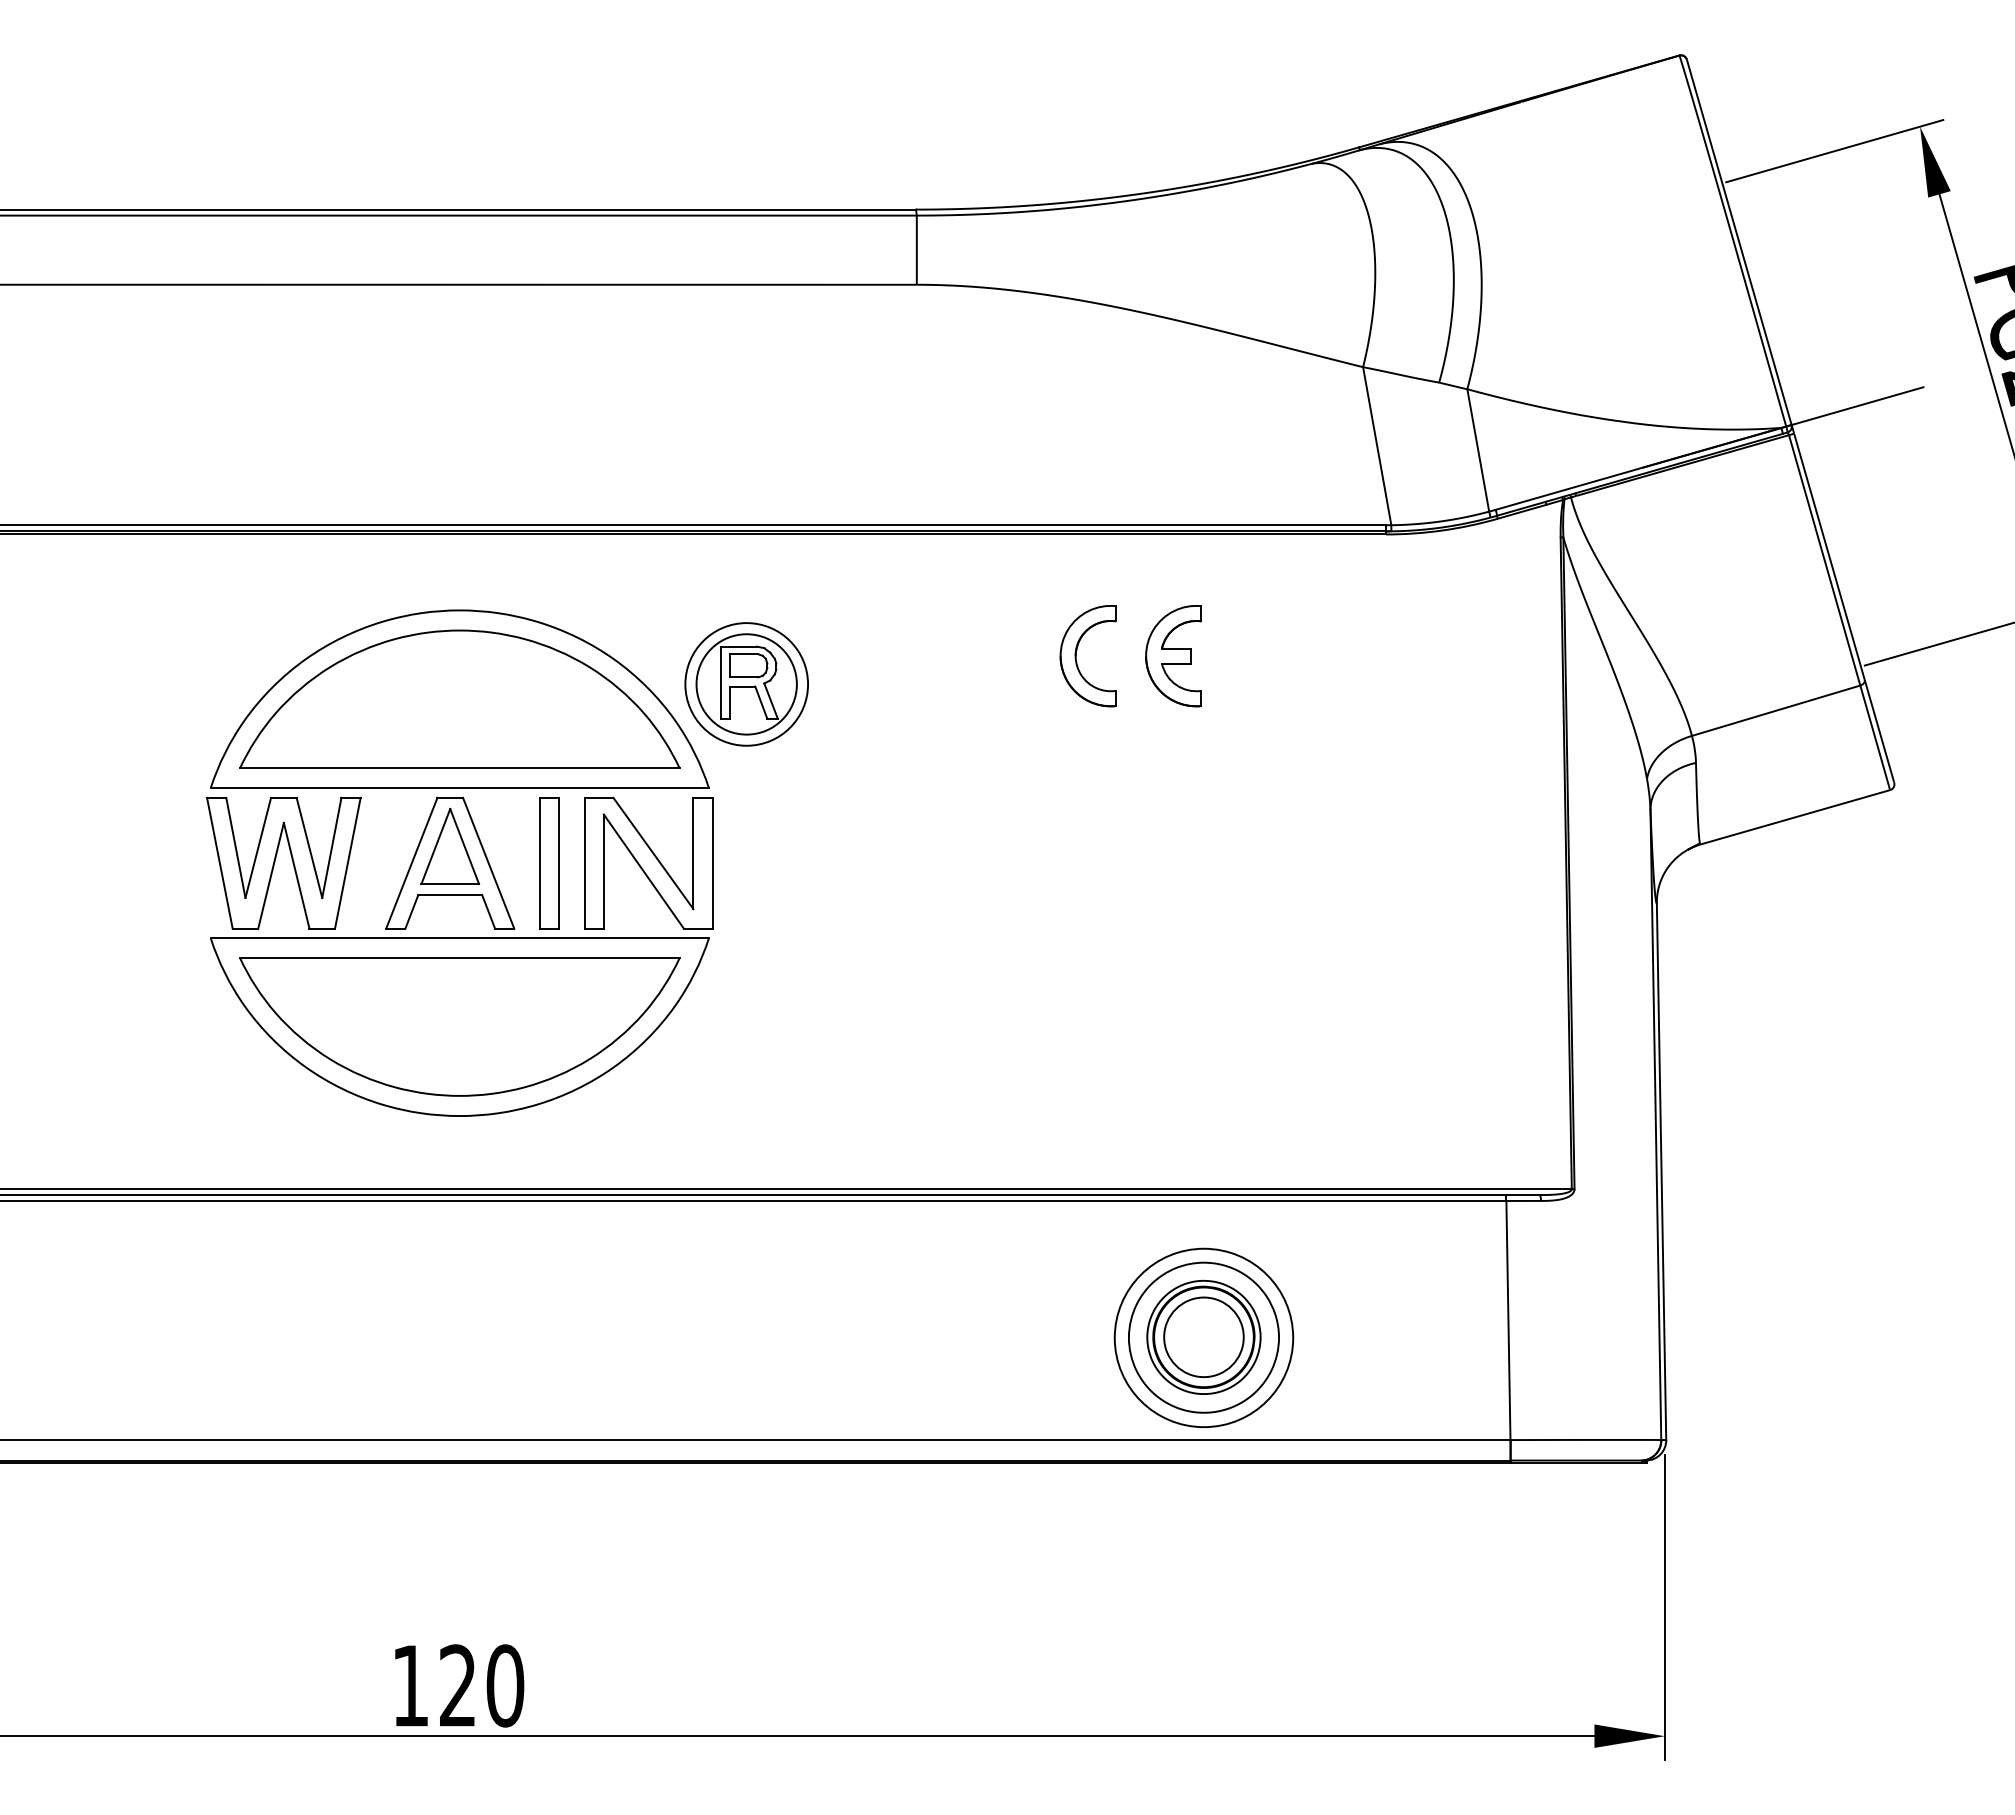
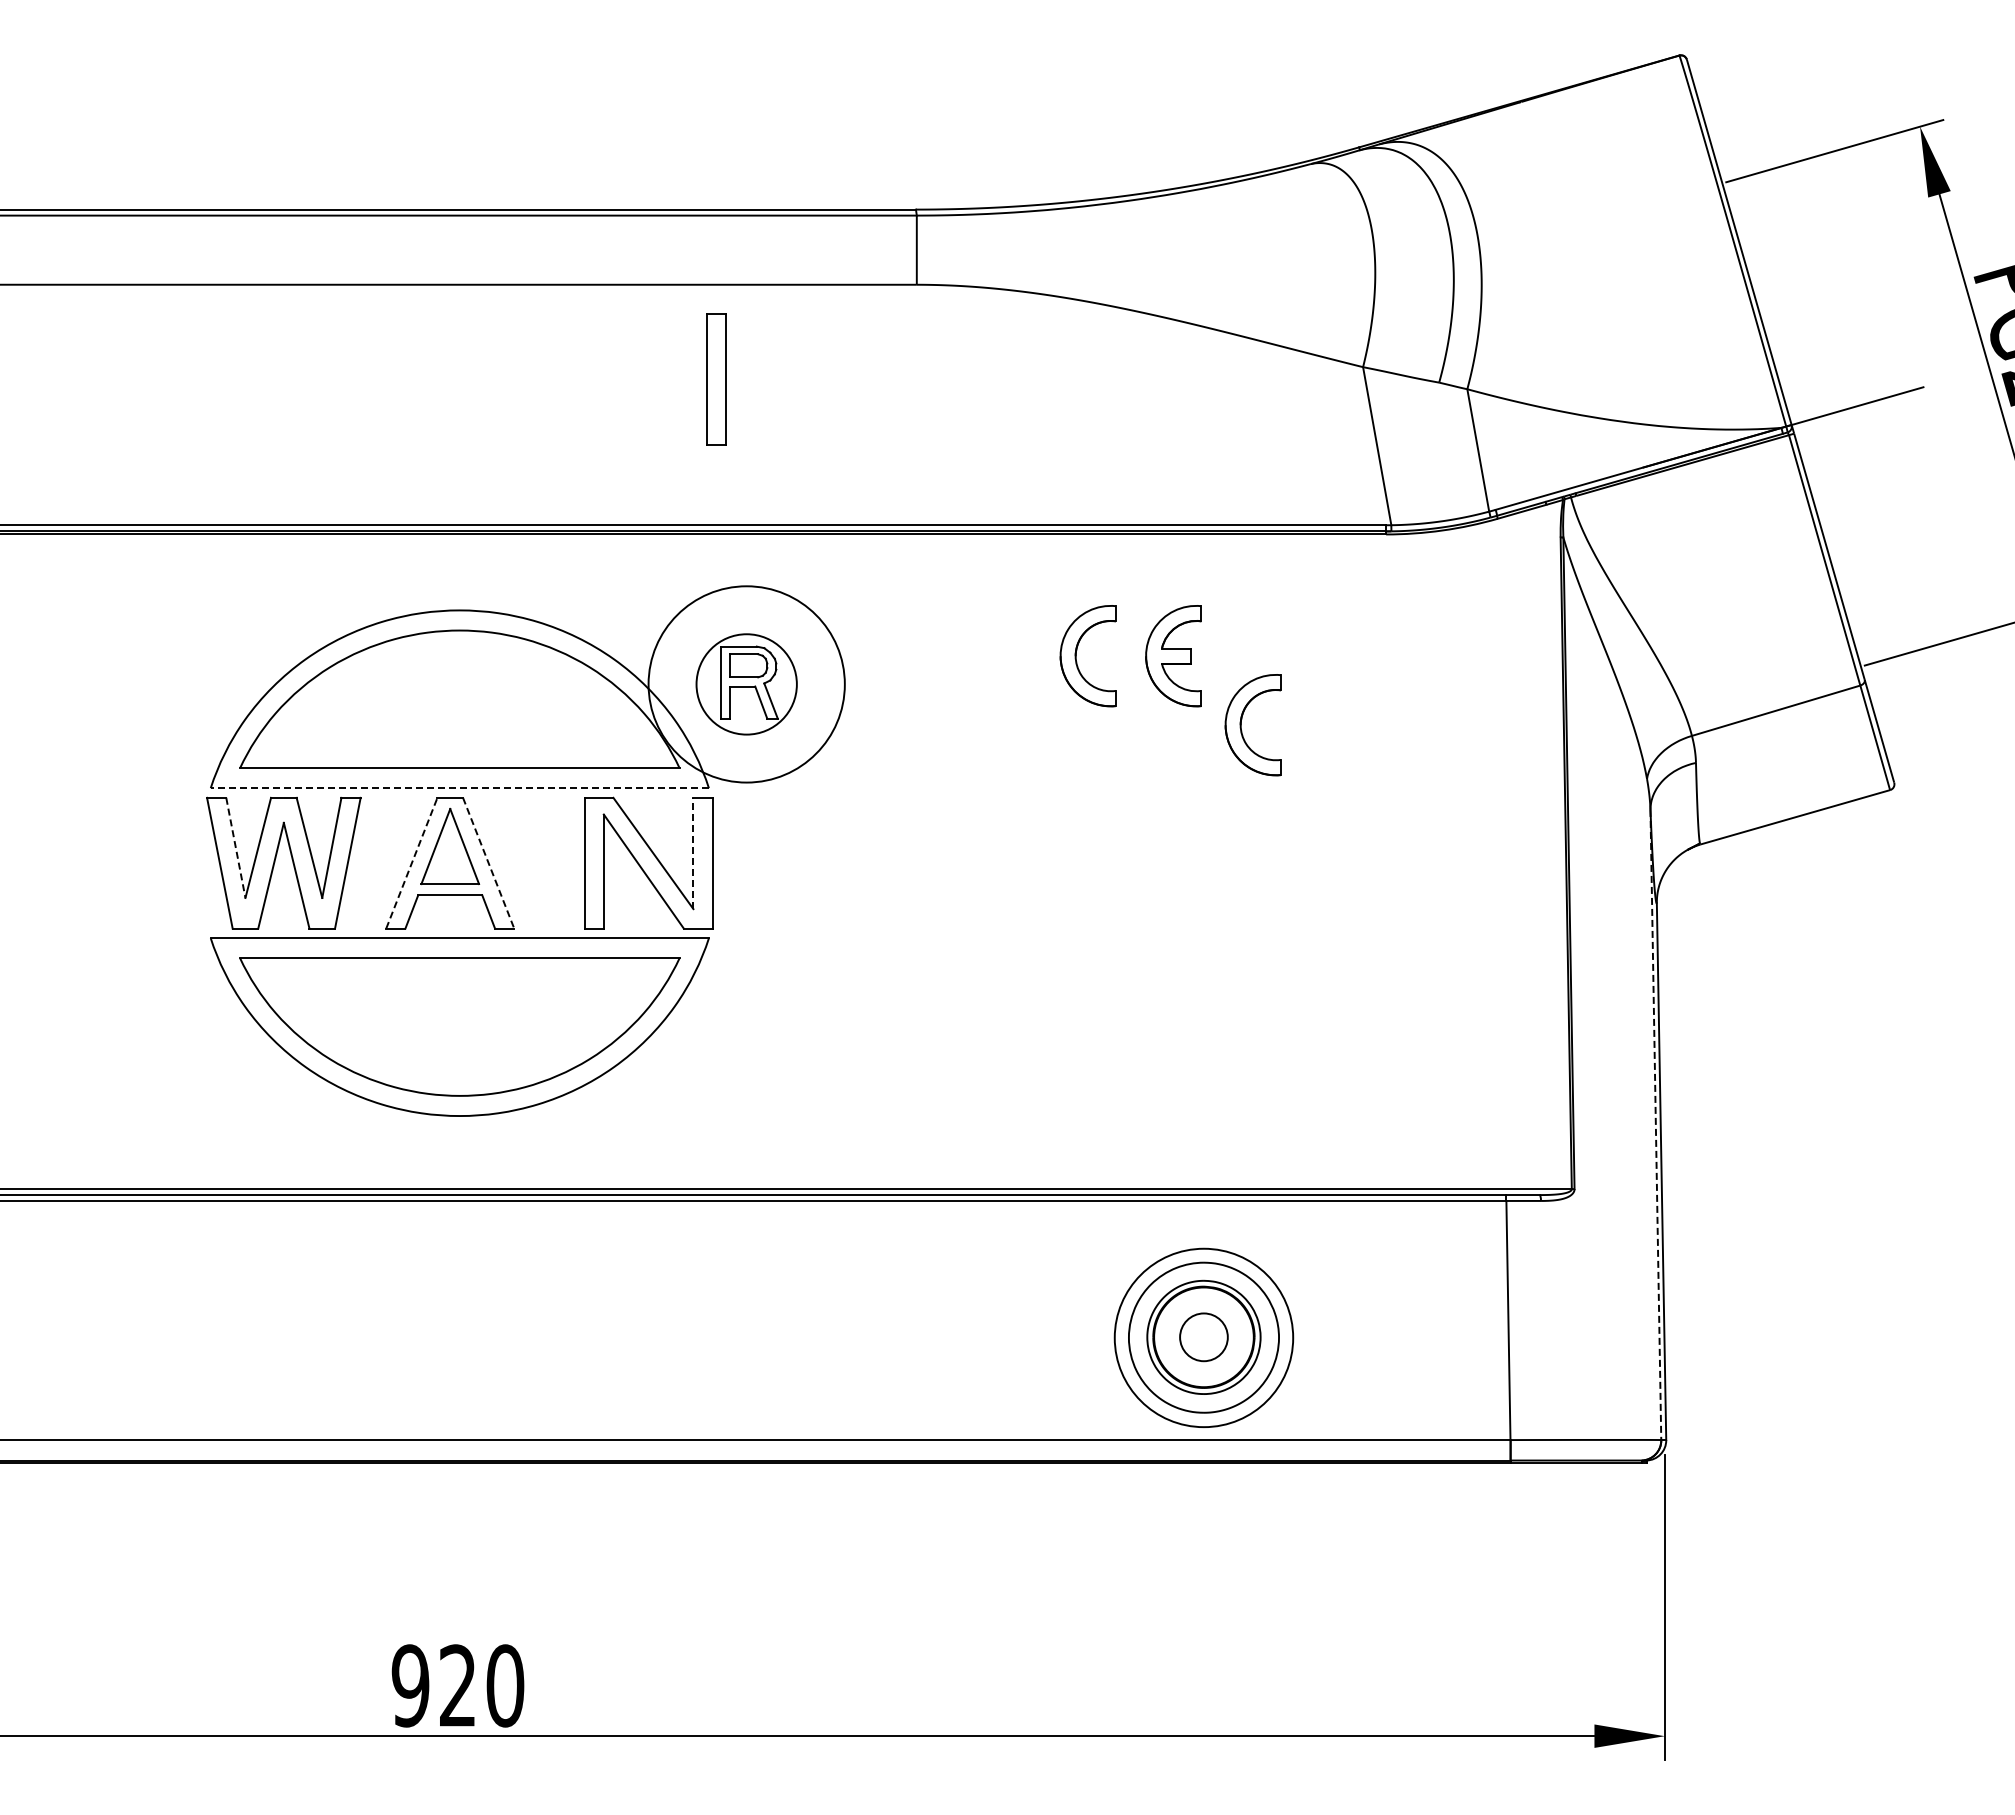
circle at (746, 684) diameter: 123 px -> 196 px
part at (1241, 725): none -> present
line at (459, 788): solid -> dashed
line at (235, 847): solid -> dashed
line at (693, 853): solid -> dashed
line at (412, 862): solid -> dashed
line at (488, 863): solid -> dashed
part at (549, 863) position: (549, 863) -> (716, 379)
line at (1655, 1125): solid -> dashed
circle at (1203, 1337) diameter: 80 px -> 48 px
text at (410, 1685): 120 -> 920
